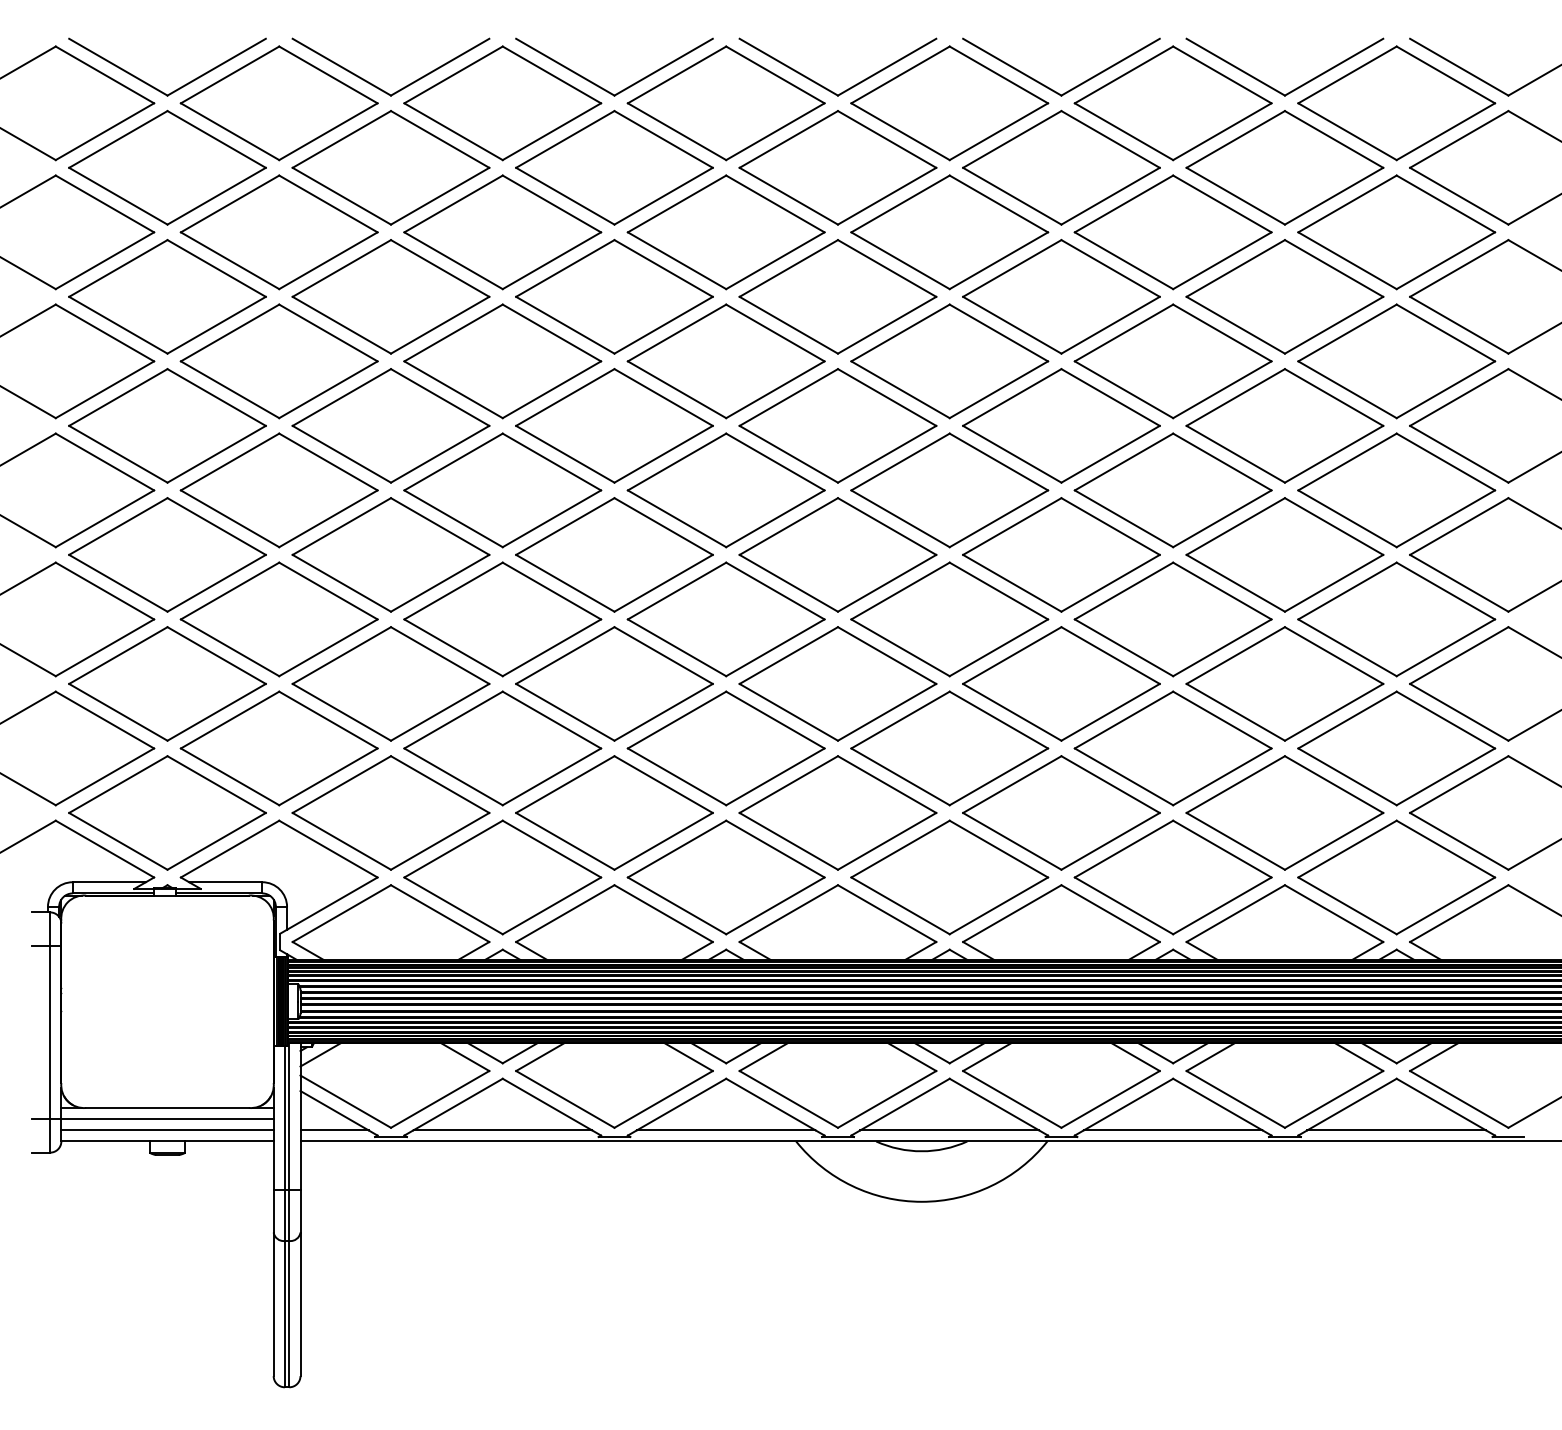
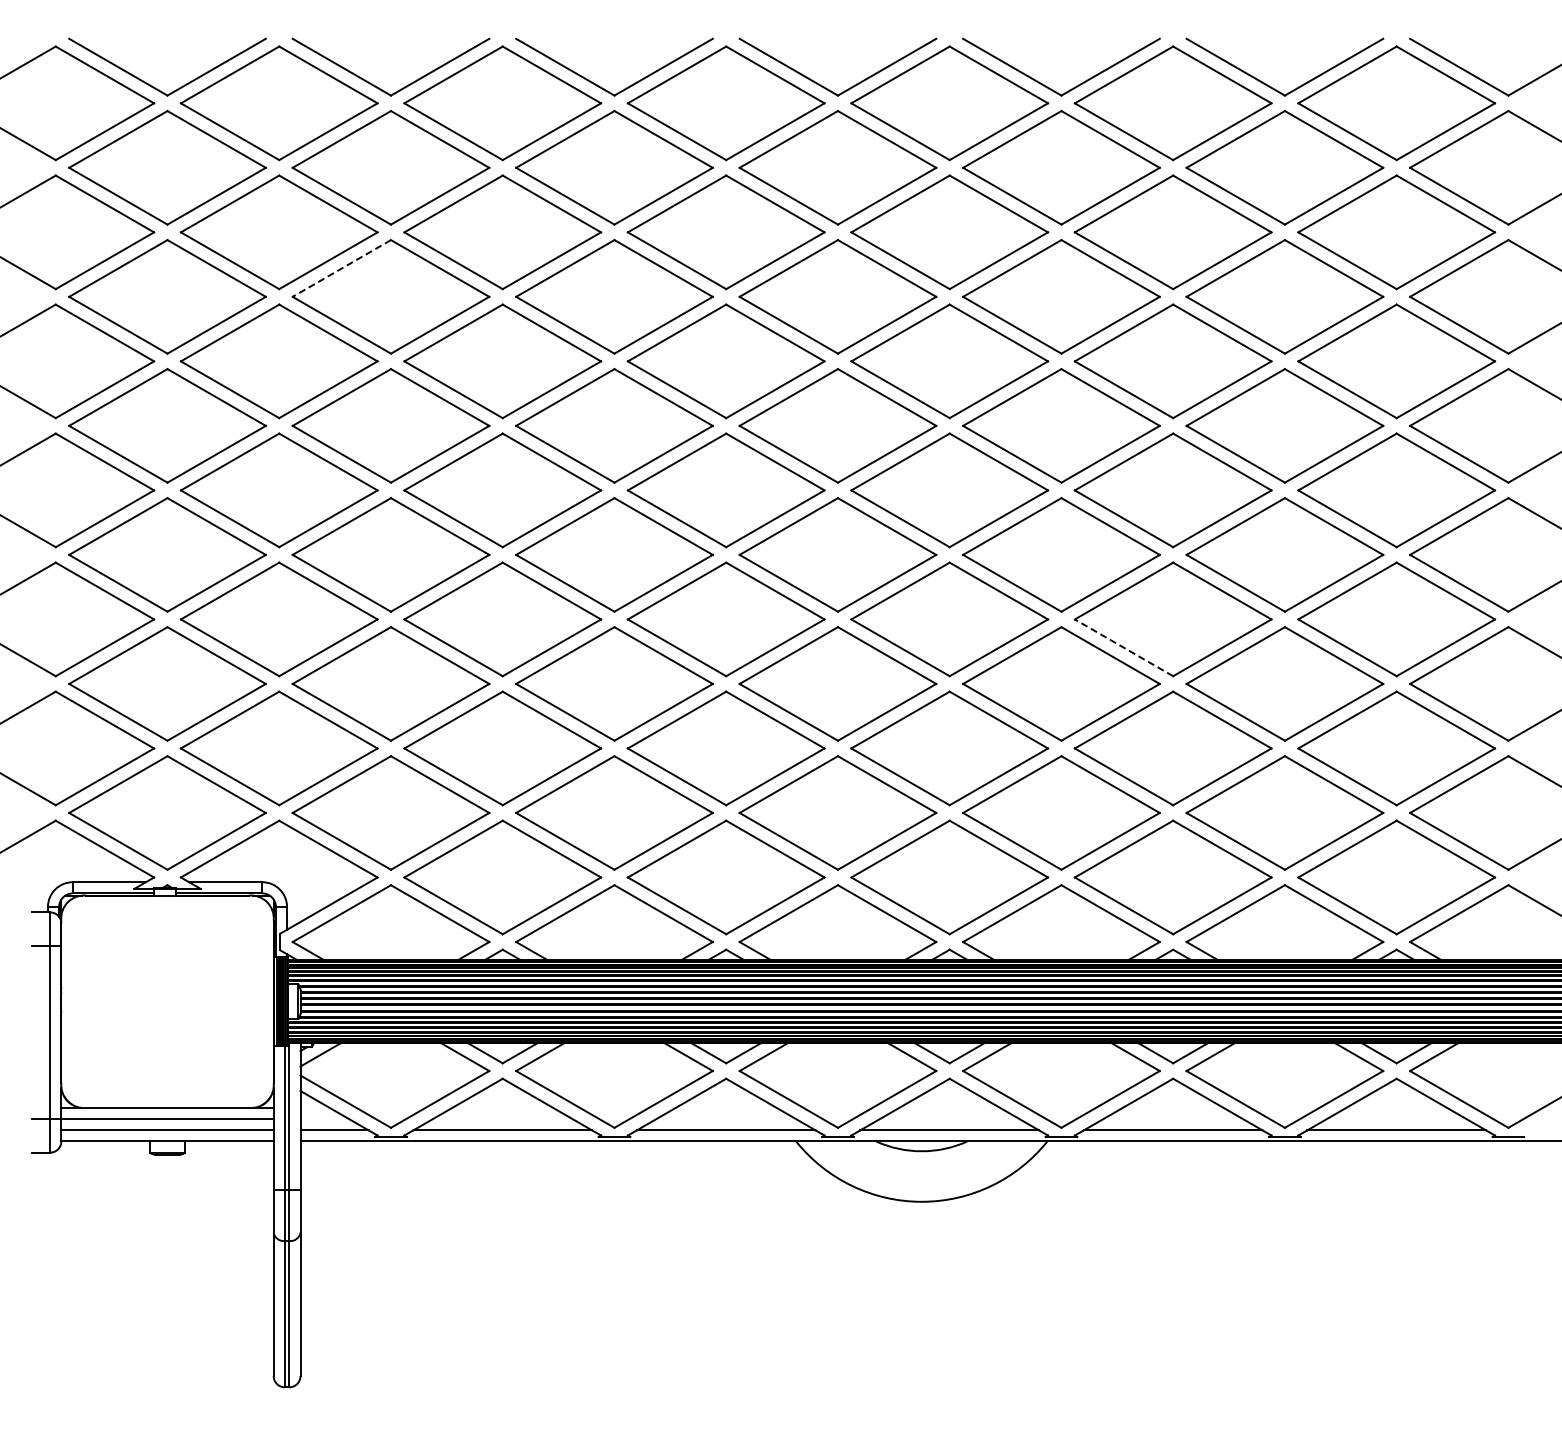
line at (341, 268): solid -> dashed
line at (1124, 647): solid -> dashed
